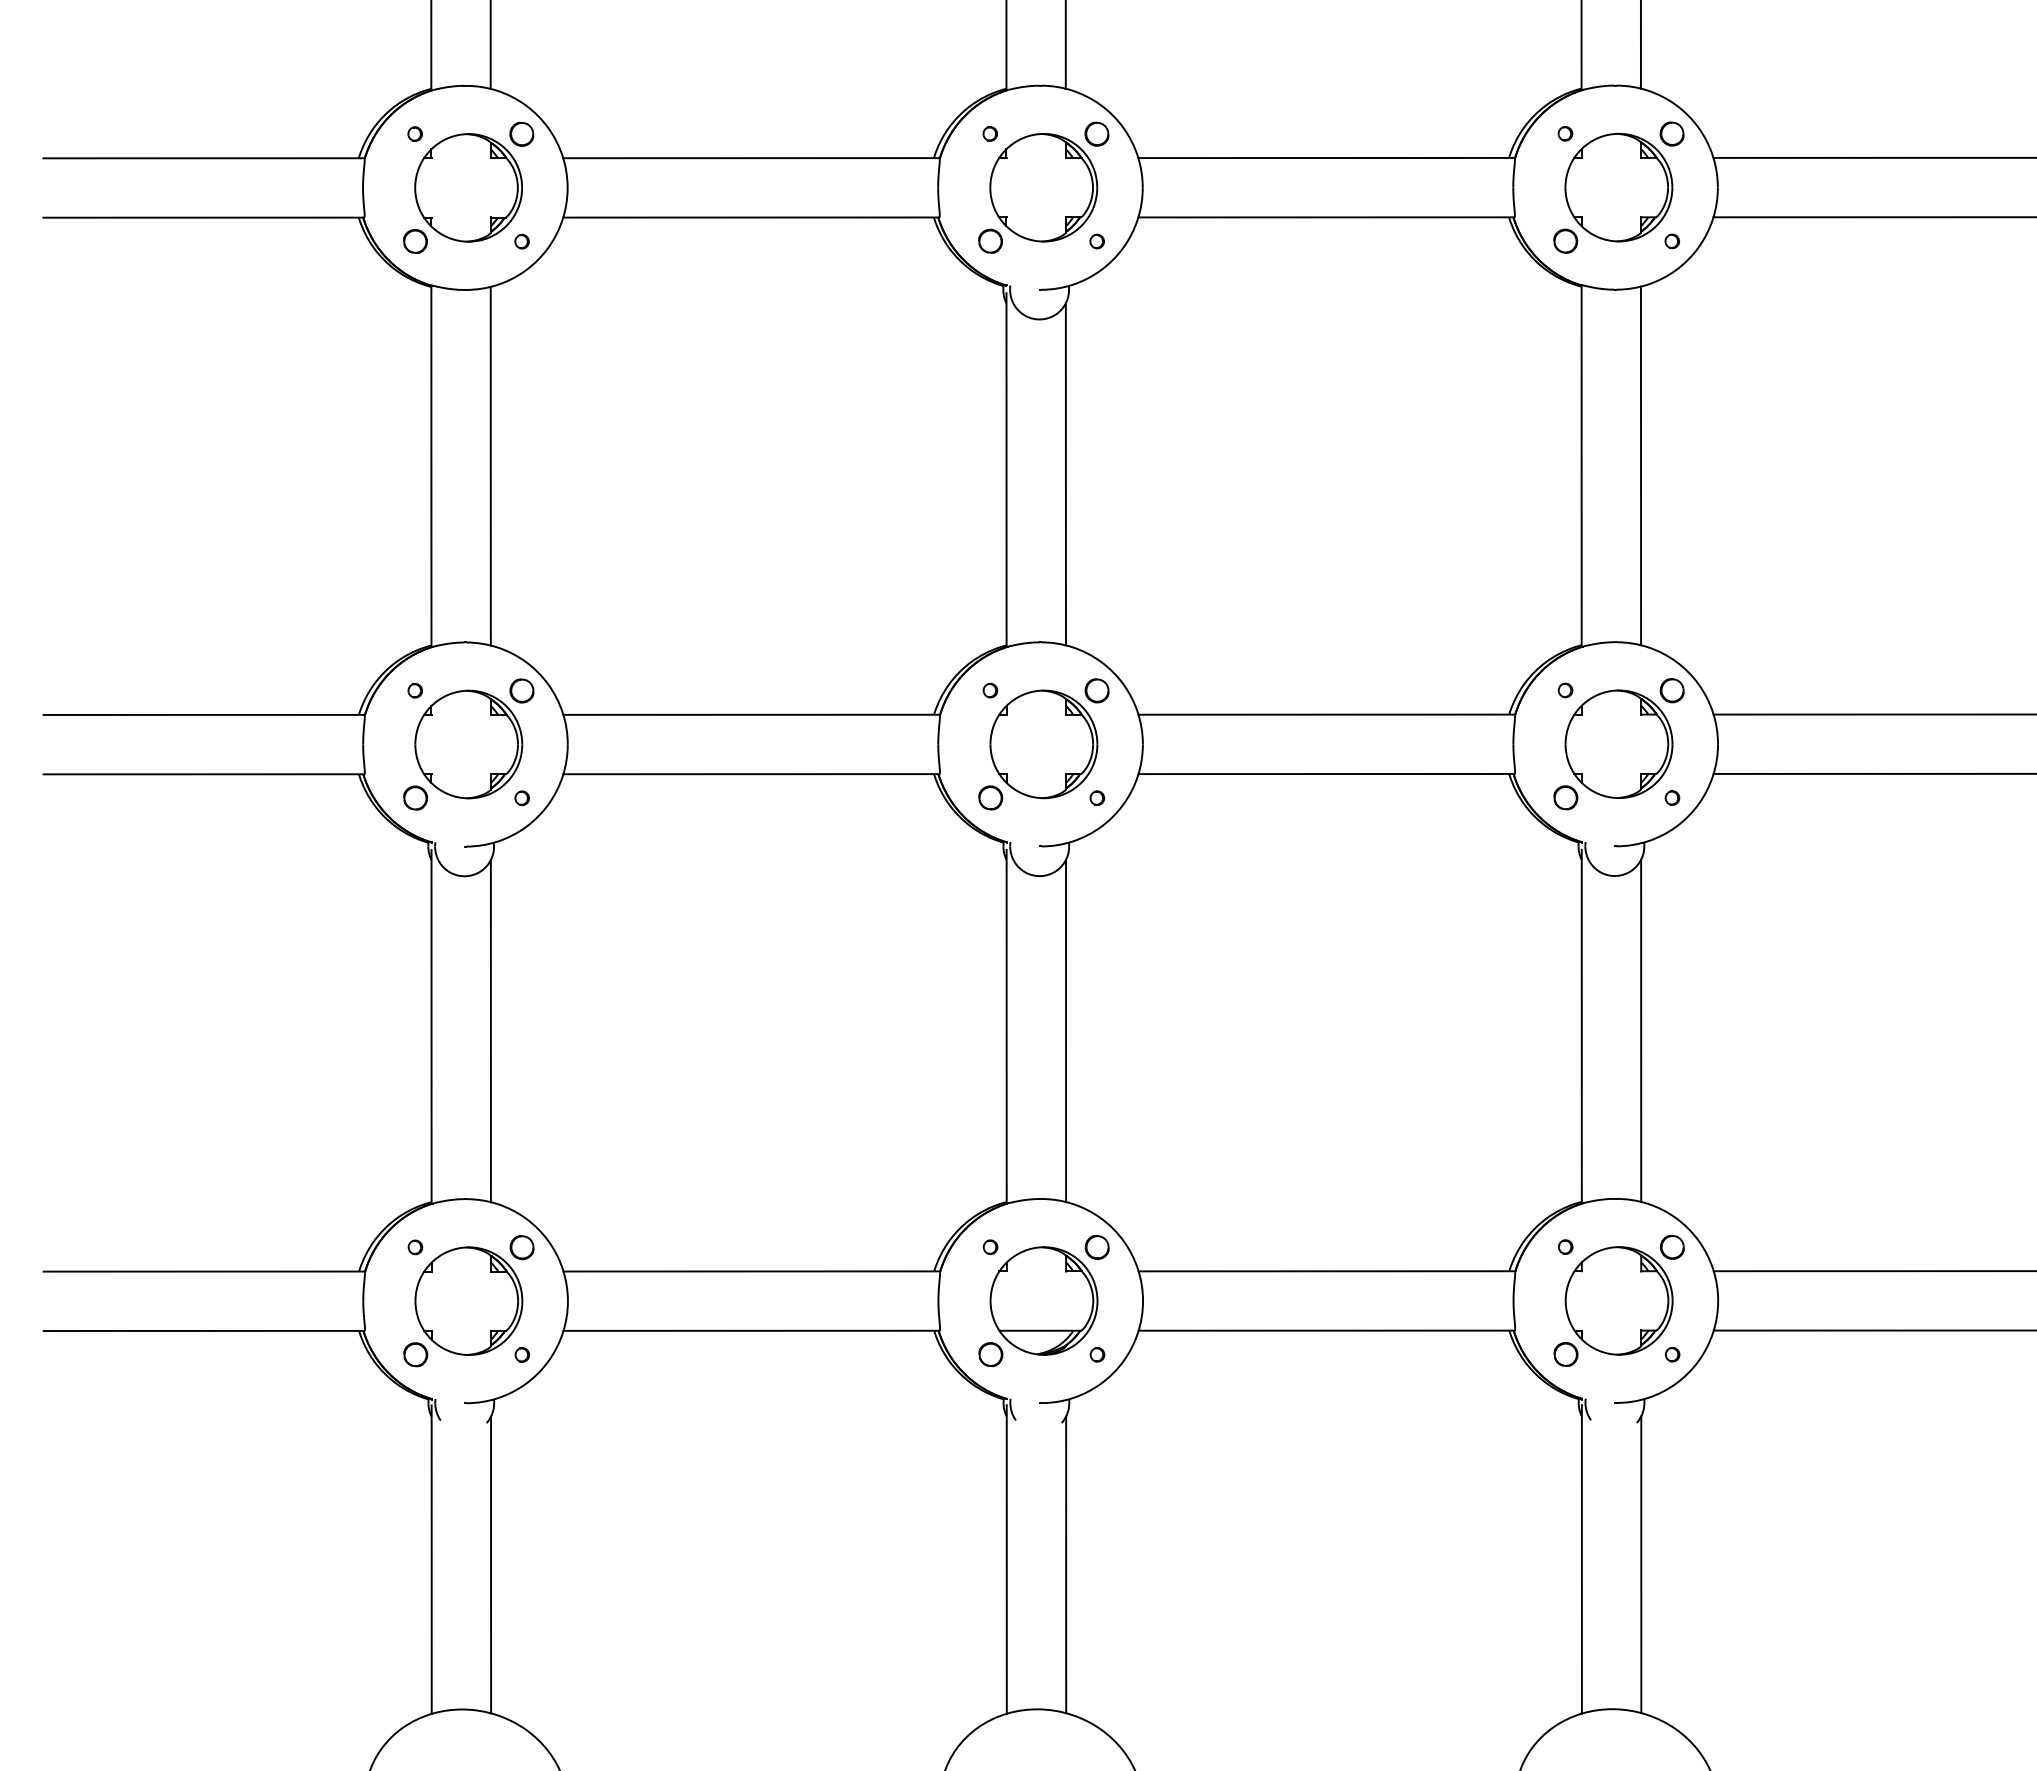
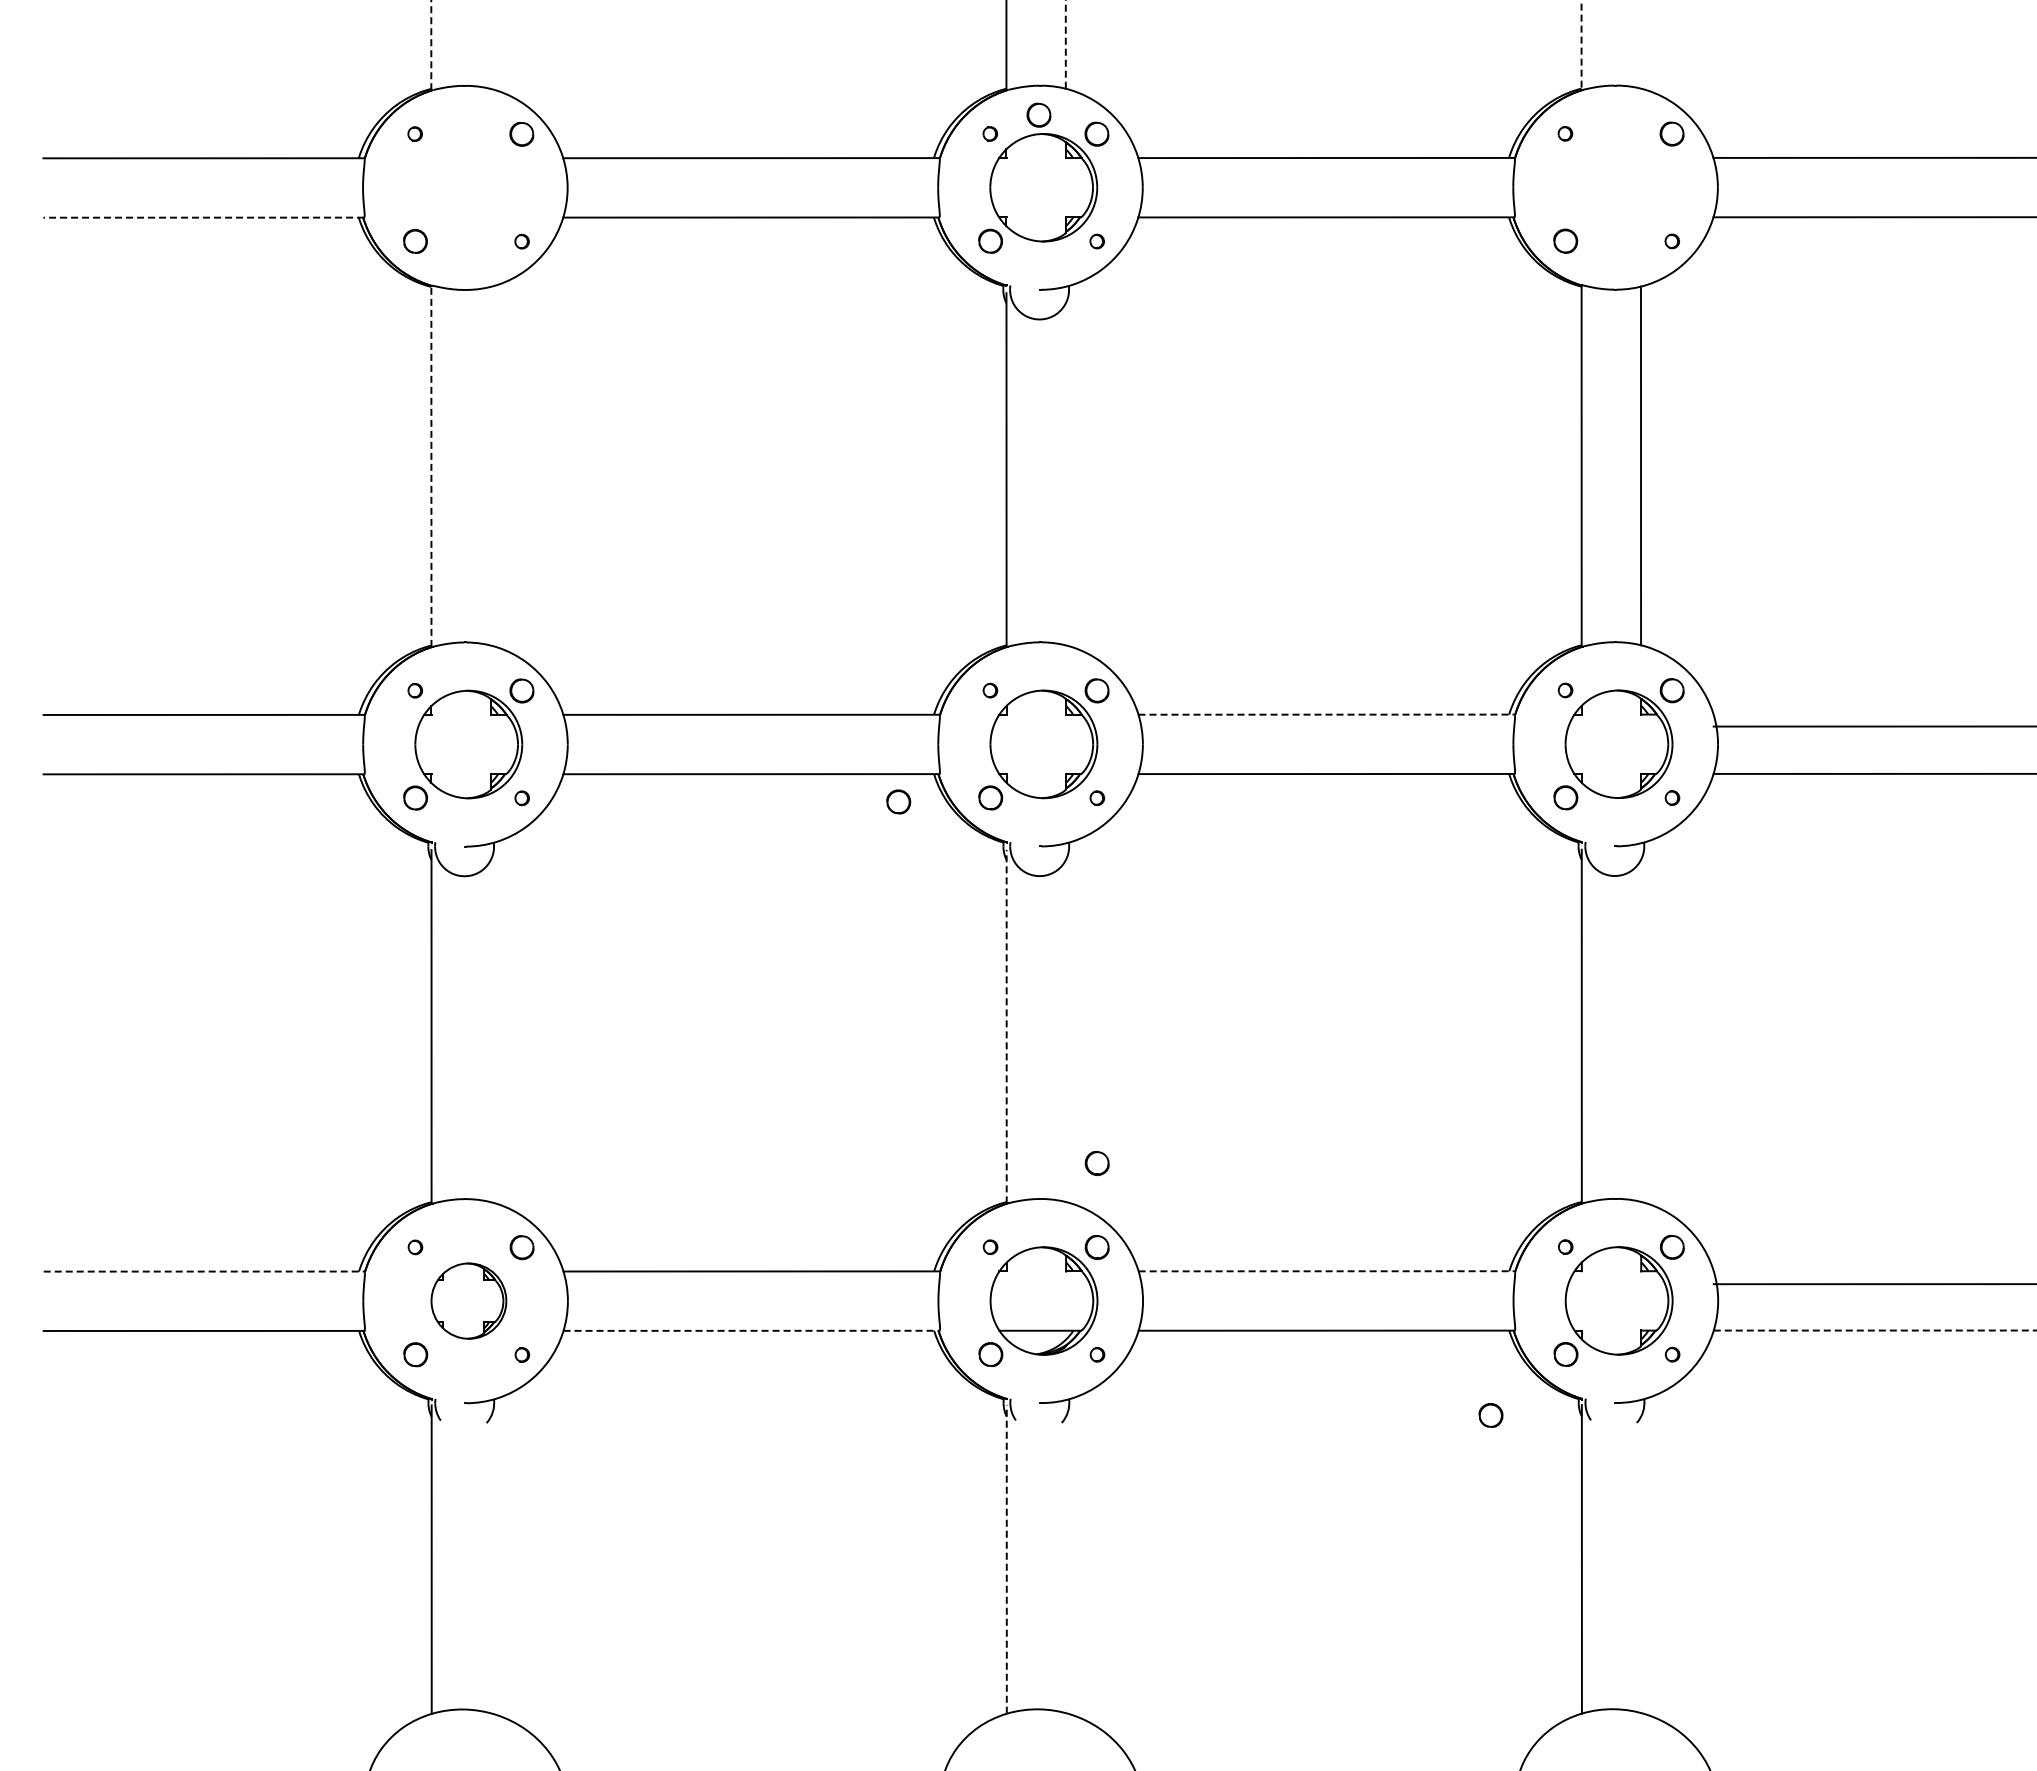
line at (1065, 44): solid -> dashed
line at (431, 45): solid -> dashed
line at (490, 45): present -> none
line at (1581, 45): solid -> dashed
line at (1640, 45): present -> none
part at (1038, 114): none -> present
part at (468, 187): present -> none
part at (1618, 187): present -> none
line at (203, 217): solid -> dashed
line at (490, 465): present -> none
line at (431, 466): solid -> dashed
line at (1065, 474): present -> none
line at (1327, 714): solid -> dashed
line at (1873, 714) position: (1873, 714) -> (1873, 726)
part at (898, 801): none -> present
line at (1006, 1026): solid -> dashed
line at (1066, 1030): present -> none
line at (1641, 1030): present -> none
line at (490, 1031): present -> none
part at (1096, 1163): none -> present
line at (204, 1271): solid -> dashed
line at (1327, 1271): solid -> dashed
line at (1873, 1271) position: (1873, 1271) -> (1873, 1284)
part at (468, 1300) size: 110x110 px -> 78x78 px
line at (751, 1330): solid -> dashed
line at (1875, 1330): solid -> dashed
part at (1490, 1415): none -> present
line at (1006, 1558): solid -> dashed
line at (491, 1564): present -> none
line at (1066, 1564): present -> none
line at (1641, 1564): present -> none
